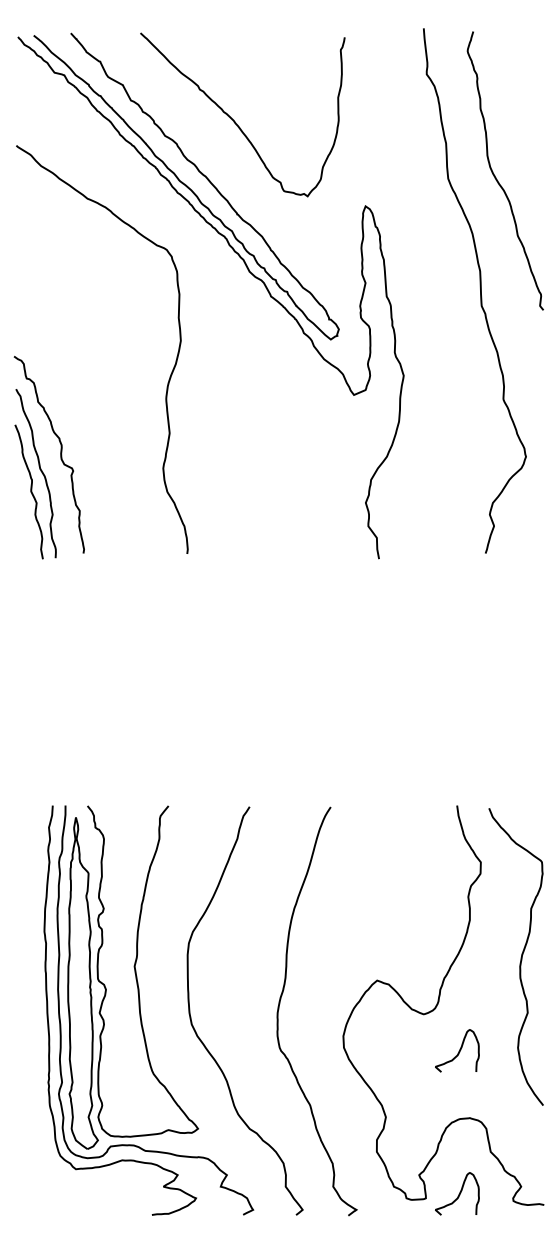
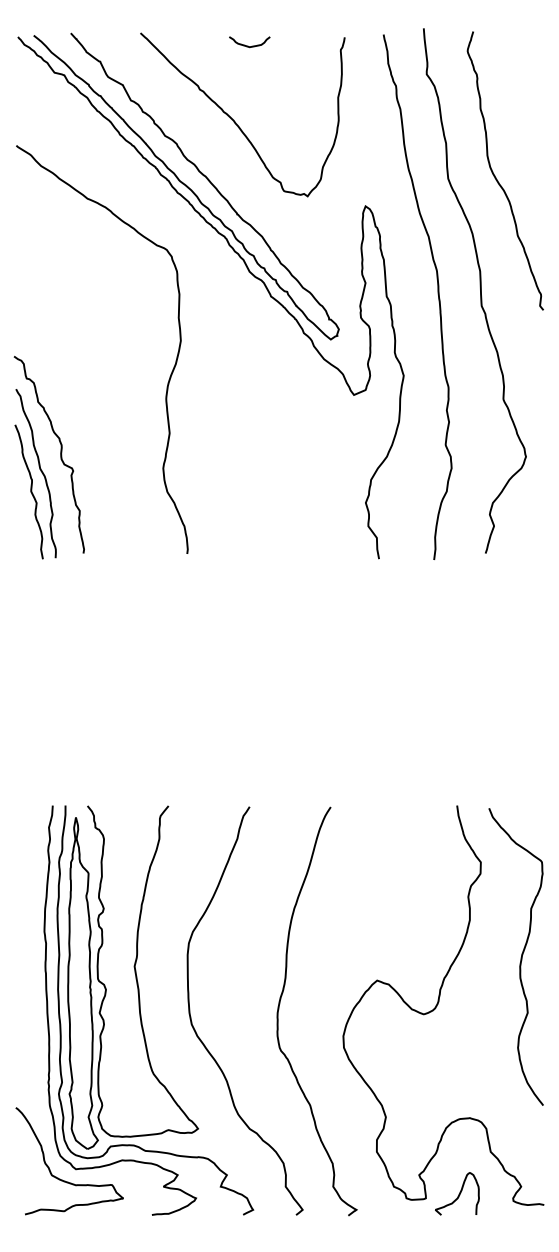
curve at (248, 45): none -> present
curve at (437, 294): none -> present
curve at (458, 1051): present -> none
curve at (60, 1178): none -> present
